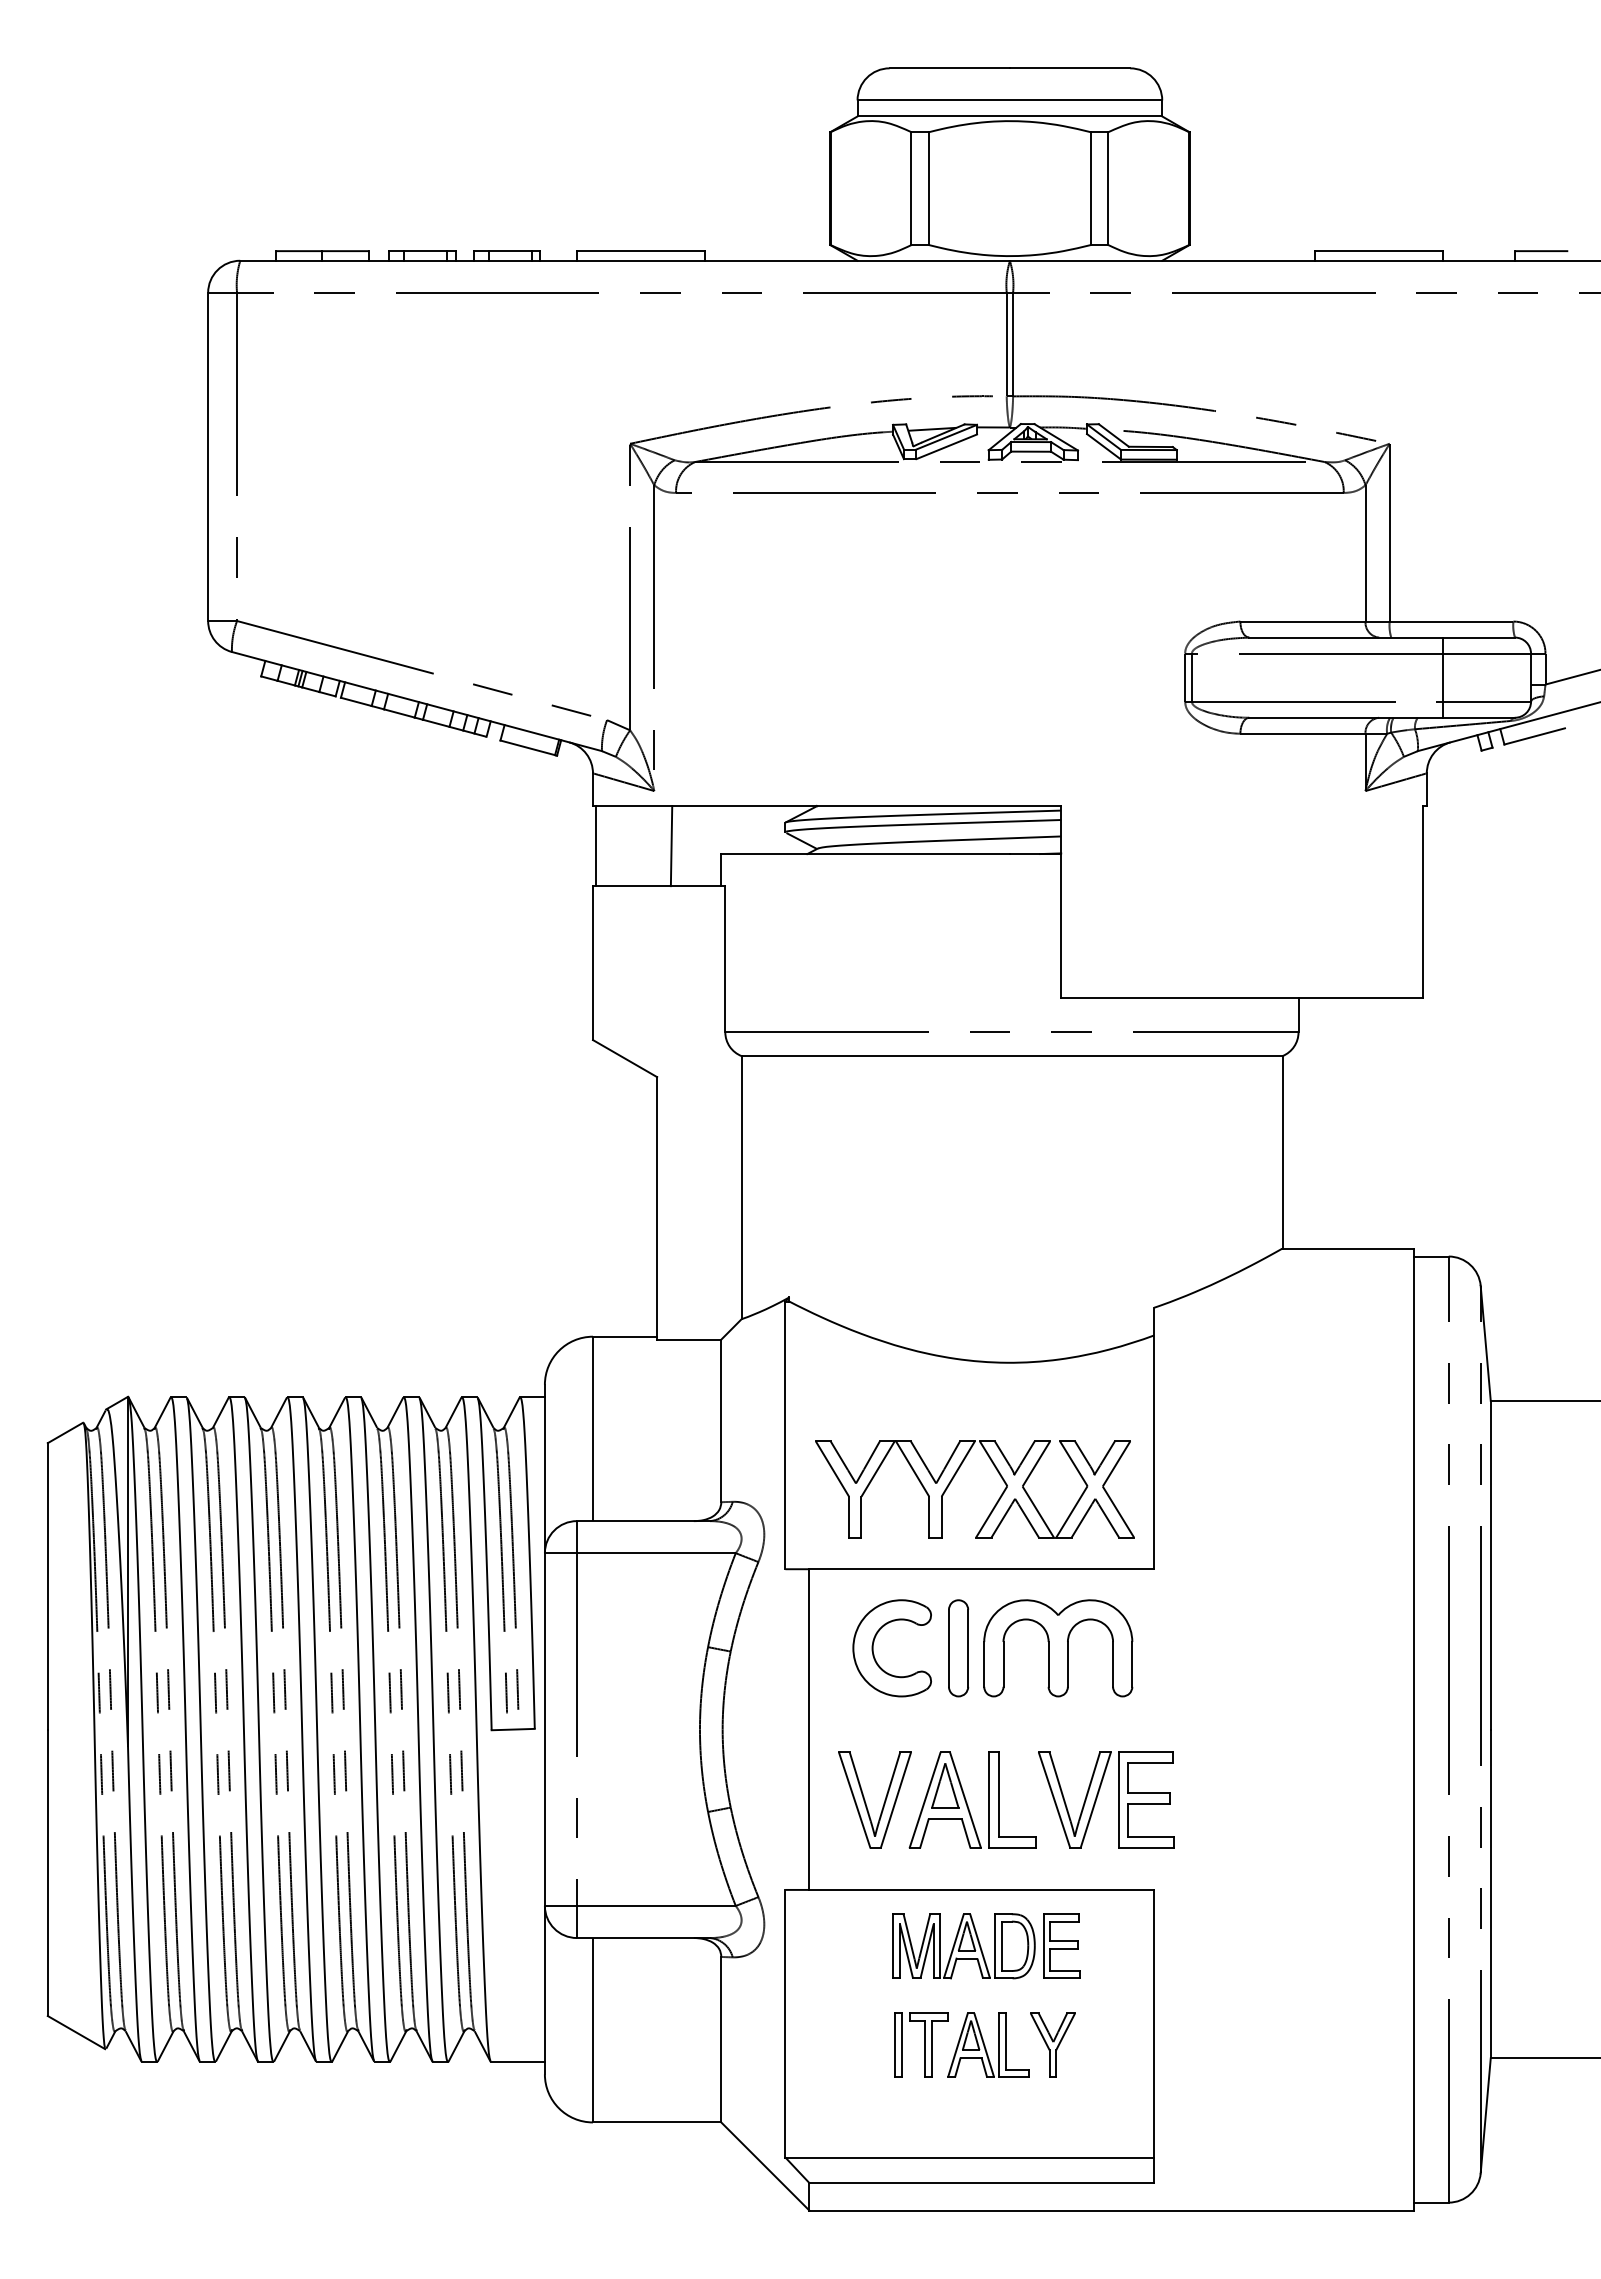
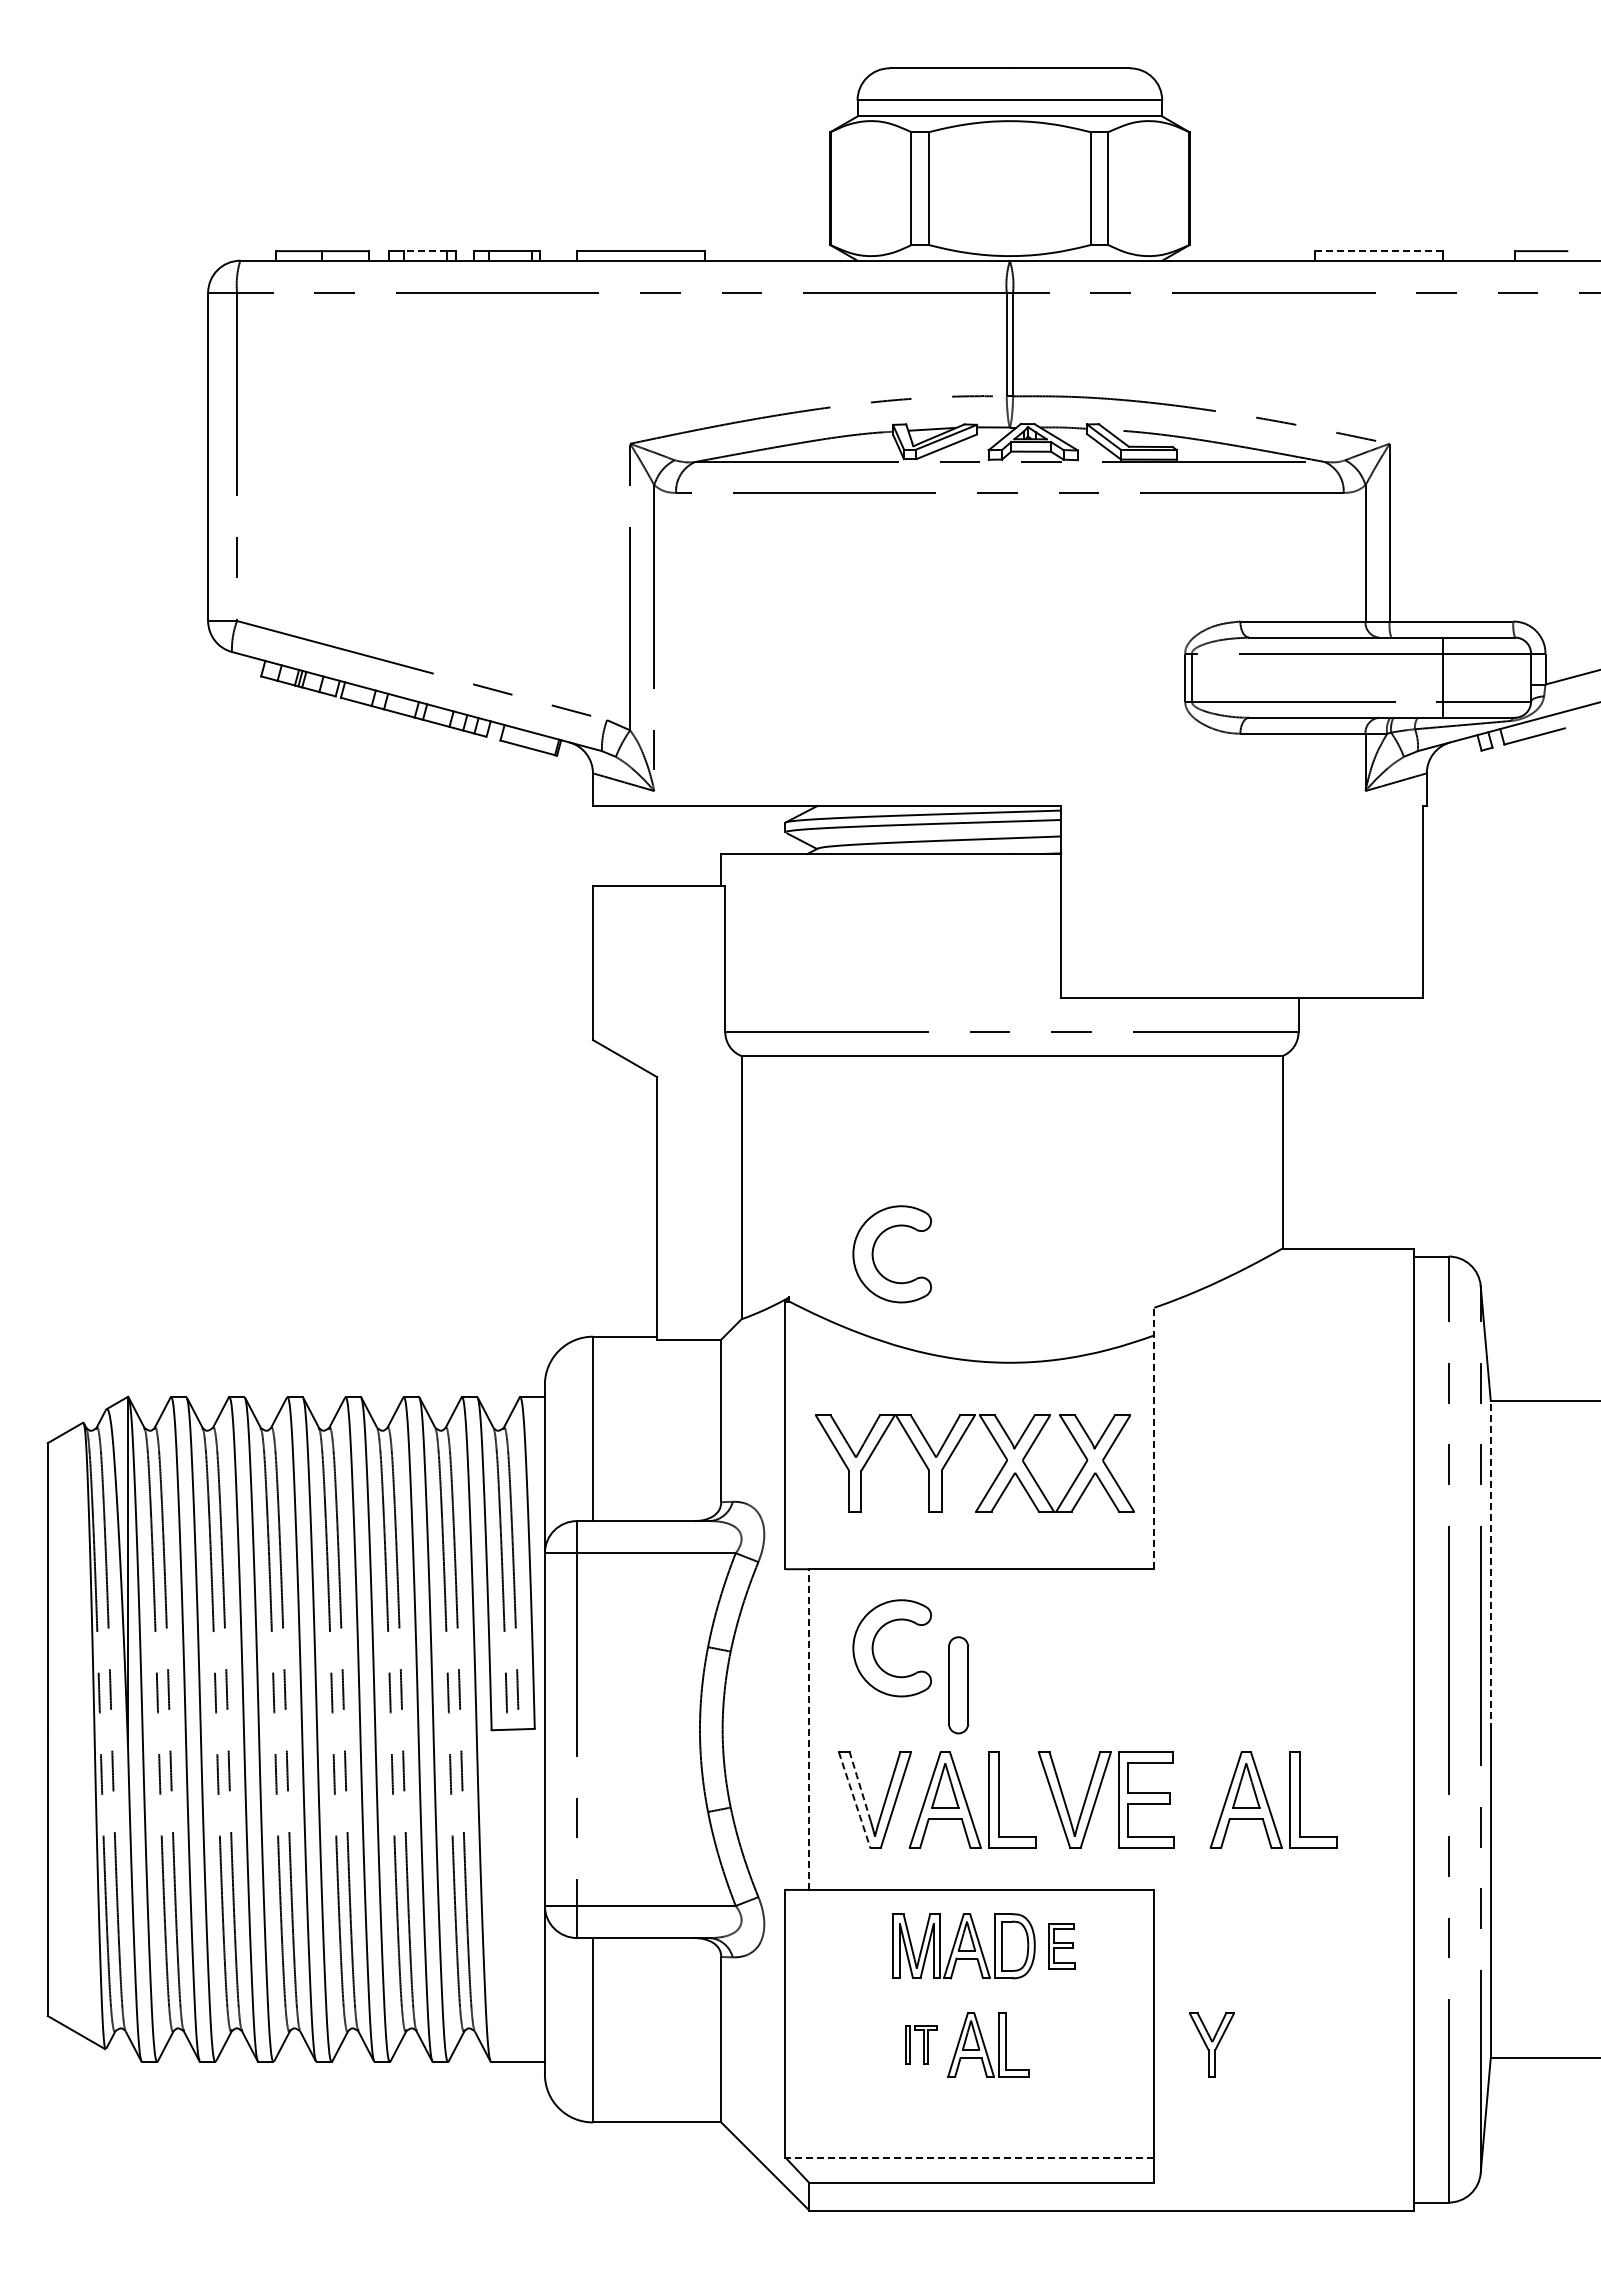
line at (425, 251): solid -> dashed
line at (1379, 251): solid -> dashed
line at (596, 845): present -> none
line at (671, 845): present -> none
part at (873, 1254): none -> present
line at (1154, 1438): solid -> dashed
part at (953, 1479) position: (953, 1479) -> (953, 1453)
line at (1490, 1564): solid -> dashed
part at (958, 1648) position: (958, 1648) -> (958, 1685)
part at (1058, 1648): present -> none
line at (809, 1729): solid -> dashed
line at (860, 1786): solid -> dashed
part at (1273, 1799): none -> present
line at (854, 1800): solid -> dashed
part at (1061, 1945) size: 38x66 px -> 28x47 px
part at (921, 2044) size: 55x66 px -> 33x40 px
part at (1052, 2044) position: (1052, 2044) -> (1211, 2044)
line at (969, 2157): solid -> dashed
